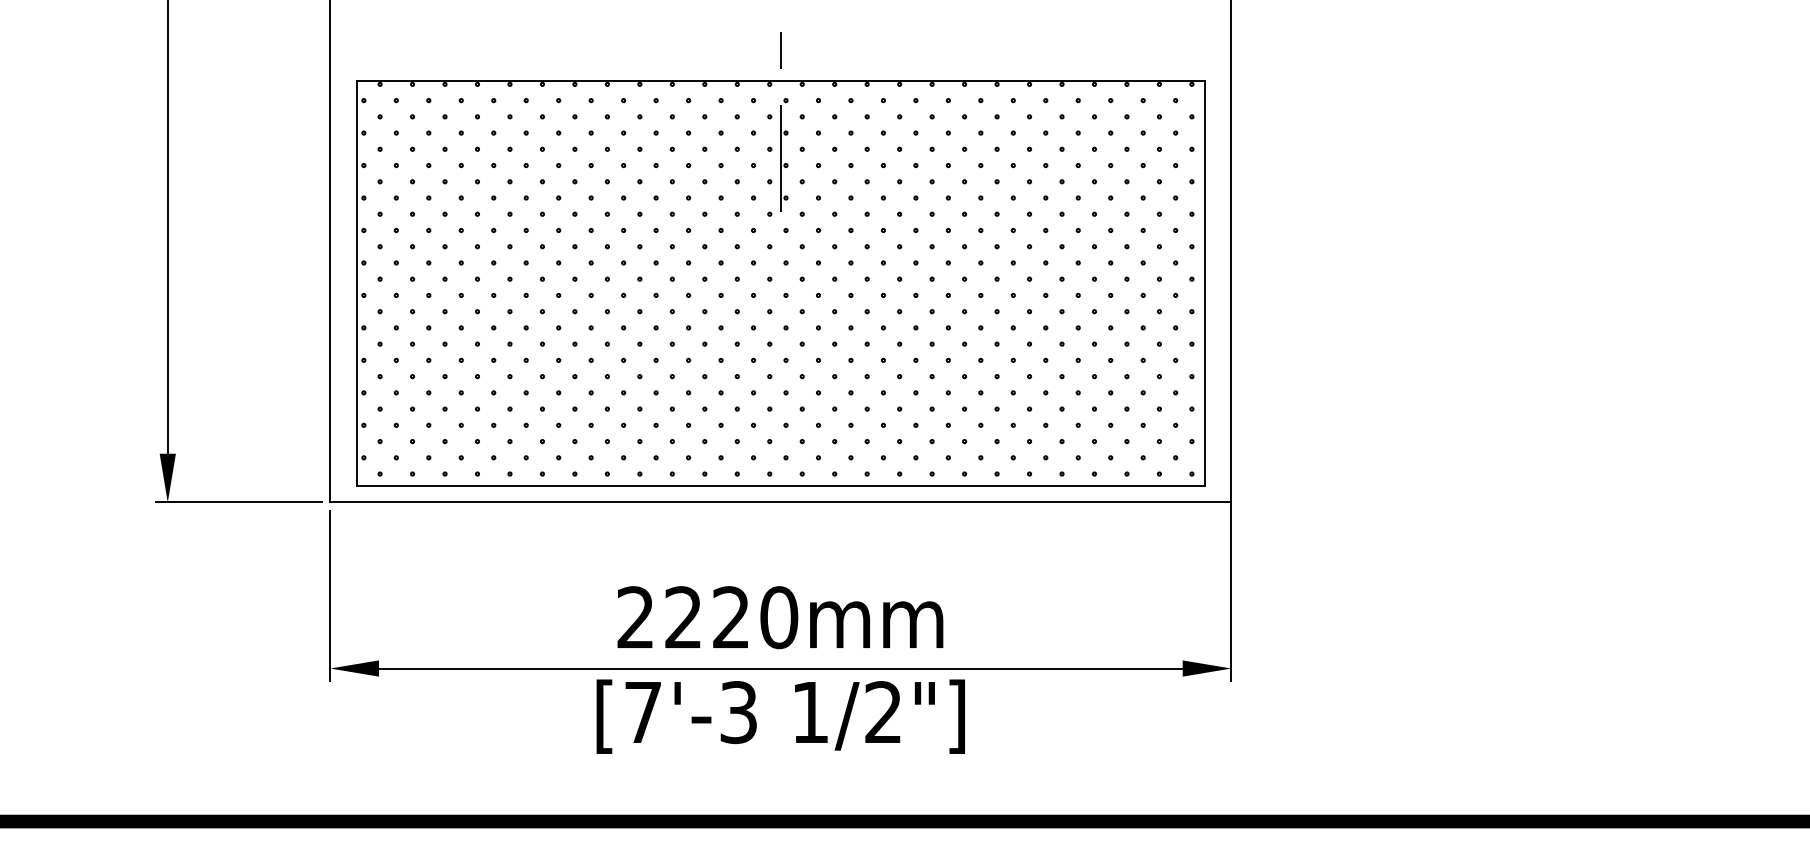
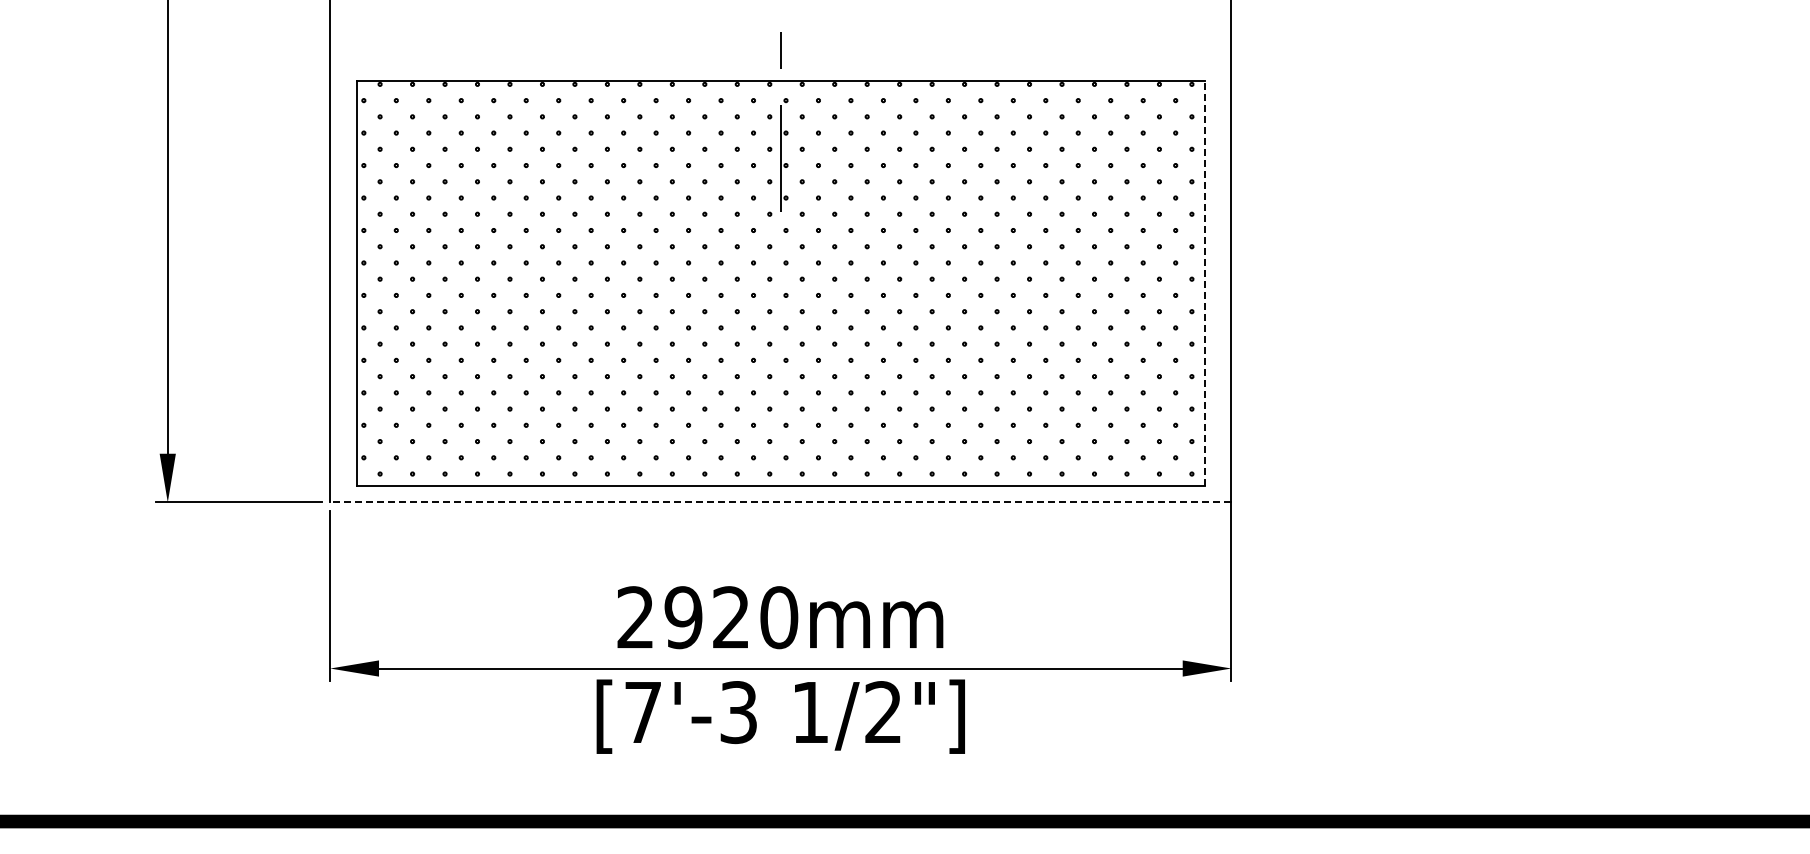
line at (1205, 283): solid -> dashed
line at (780, 502): solid -> dashed
text at (683, 617): 2220mm -> 2920mm
